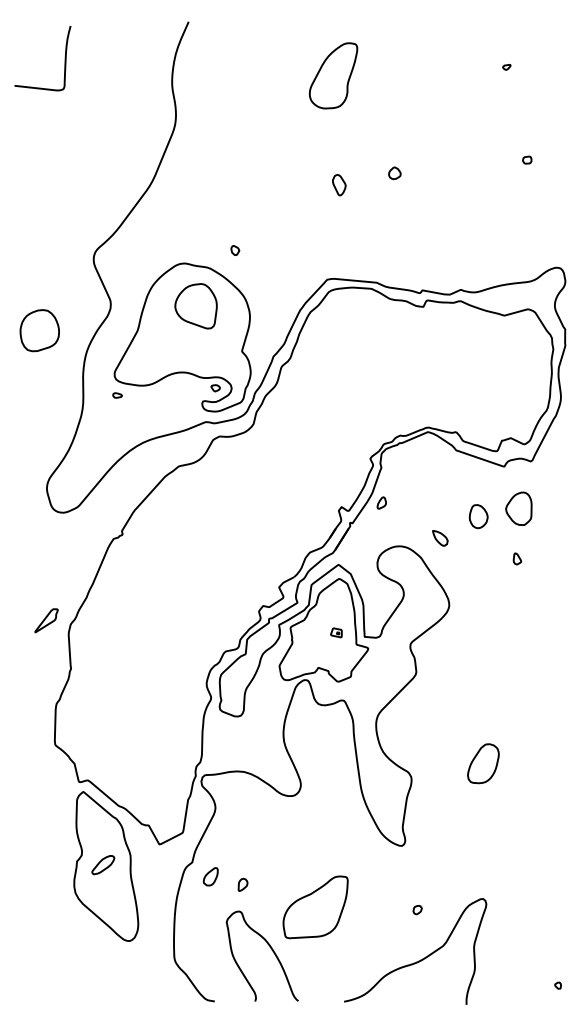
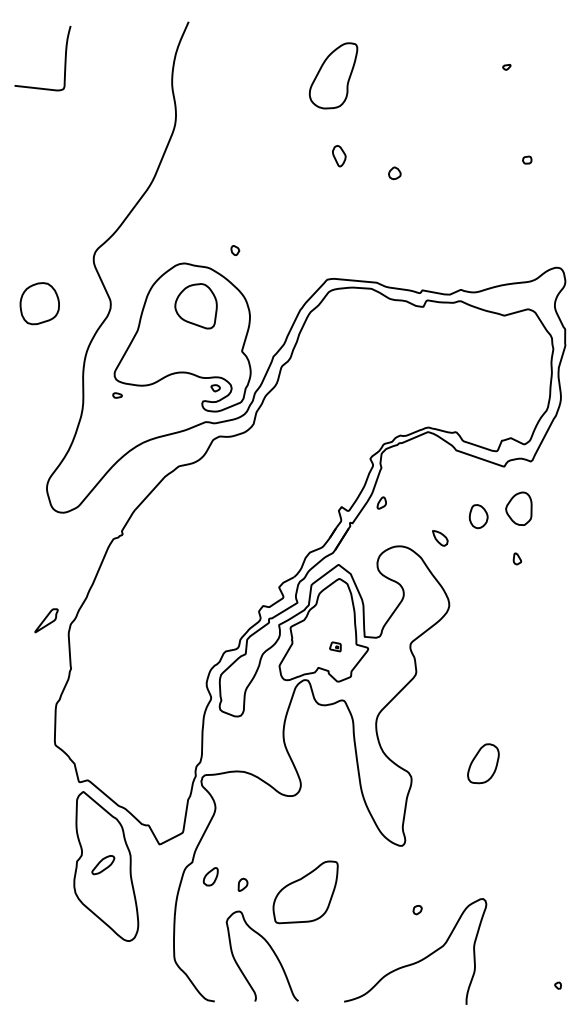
part at (339, 185) position: (339, 185) -> (339, 156)
part at (39, 330) position: (39, 330) -> (39, 303)
part at (336, 632) position: (336, 632) -> (335, 646)
part at (315, 907) position: (315, 907) -> (305, 892)
